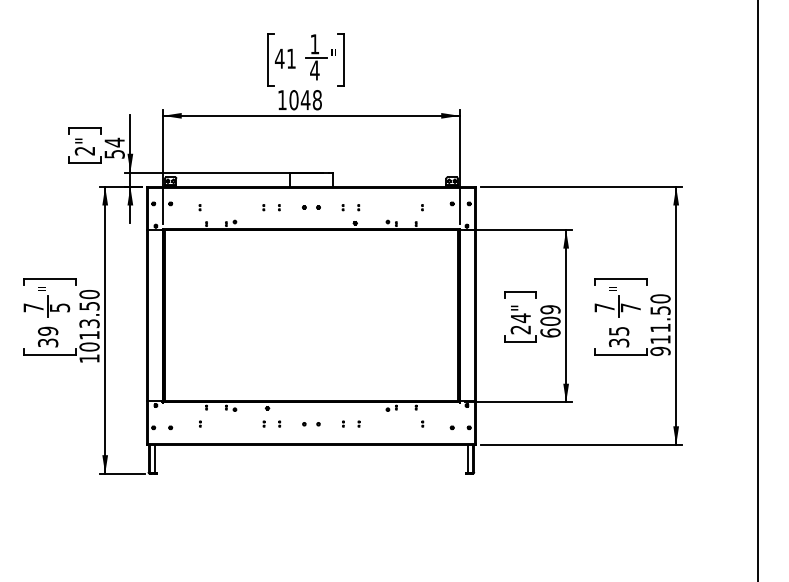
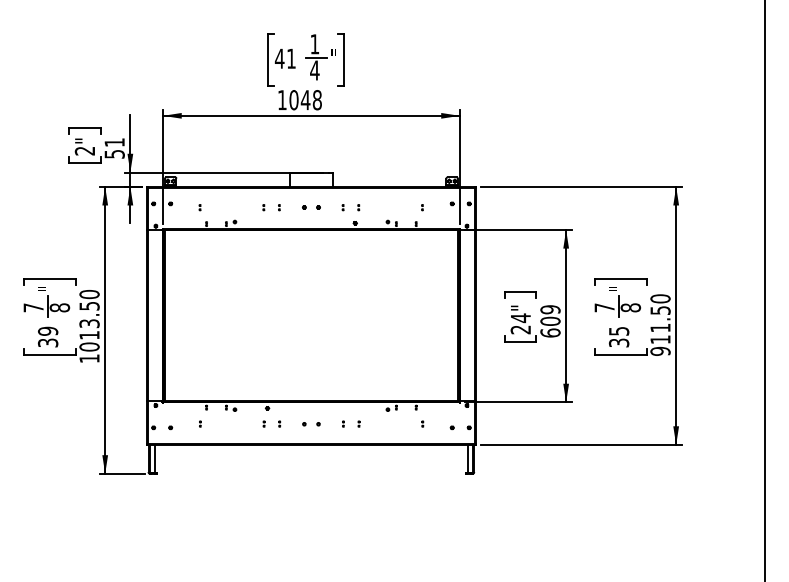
text at (114, 142): 54 -> 51
line at (758, 290) position: (758, 290) -> (765, 290)
text at (59, 307): 5 -> 8
text at (630, 307): 7 -> 8
